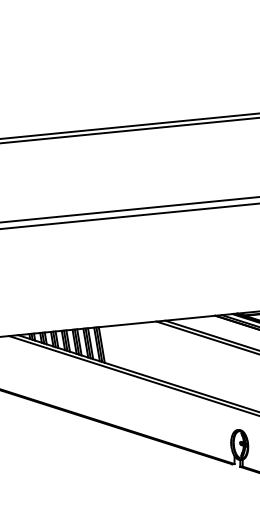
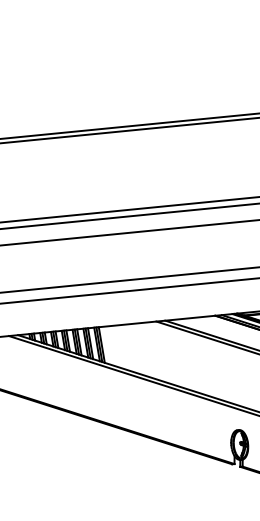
line at (129, 232): none -> present
line at (129, 279): none -> present
line at (129, 290): none -> present
